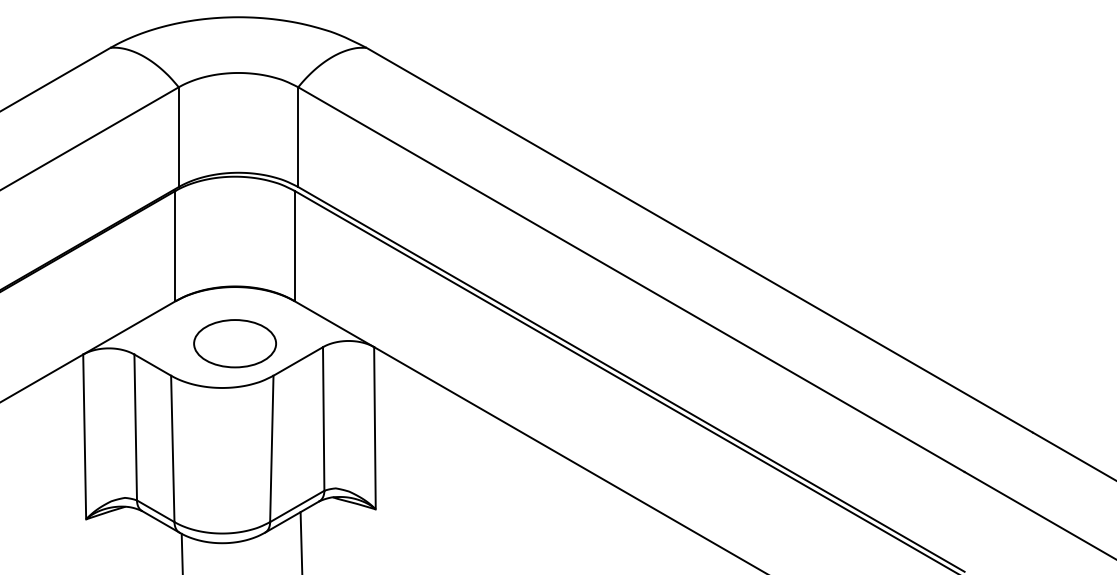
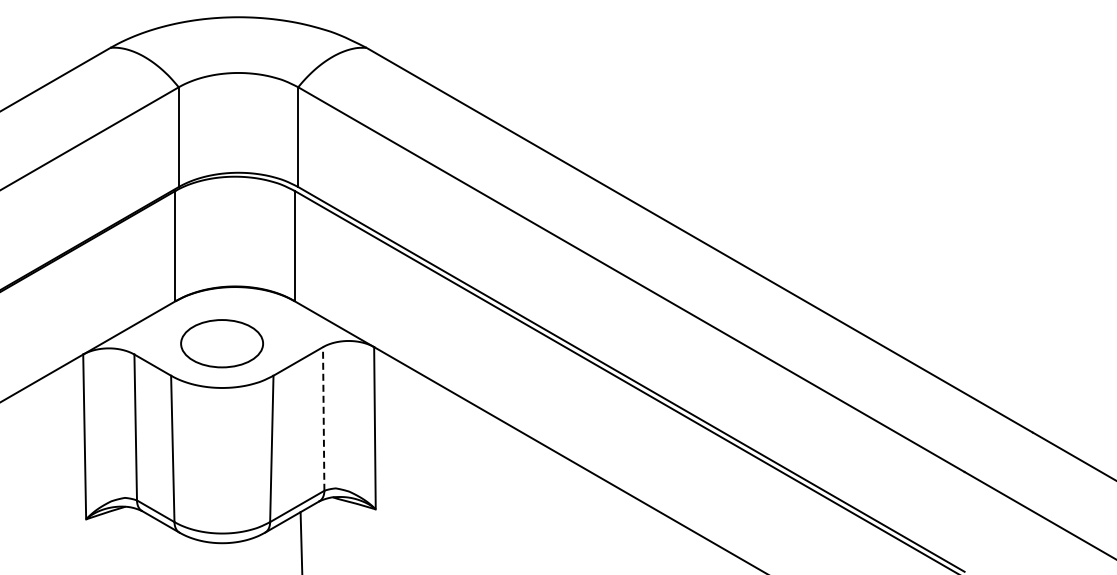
part at (234, 343) position: (234, 343) -> (221, 343)
line at (323, 418): solid -> dashed
line at (181, 552): present -> none
